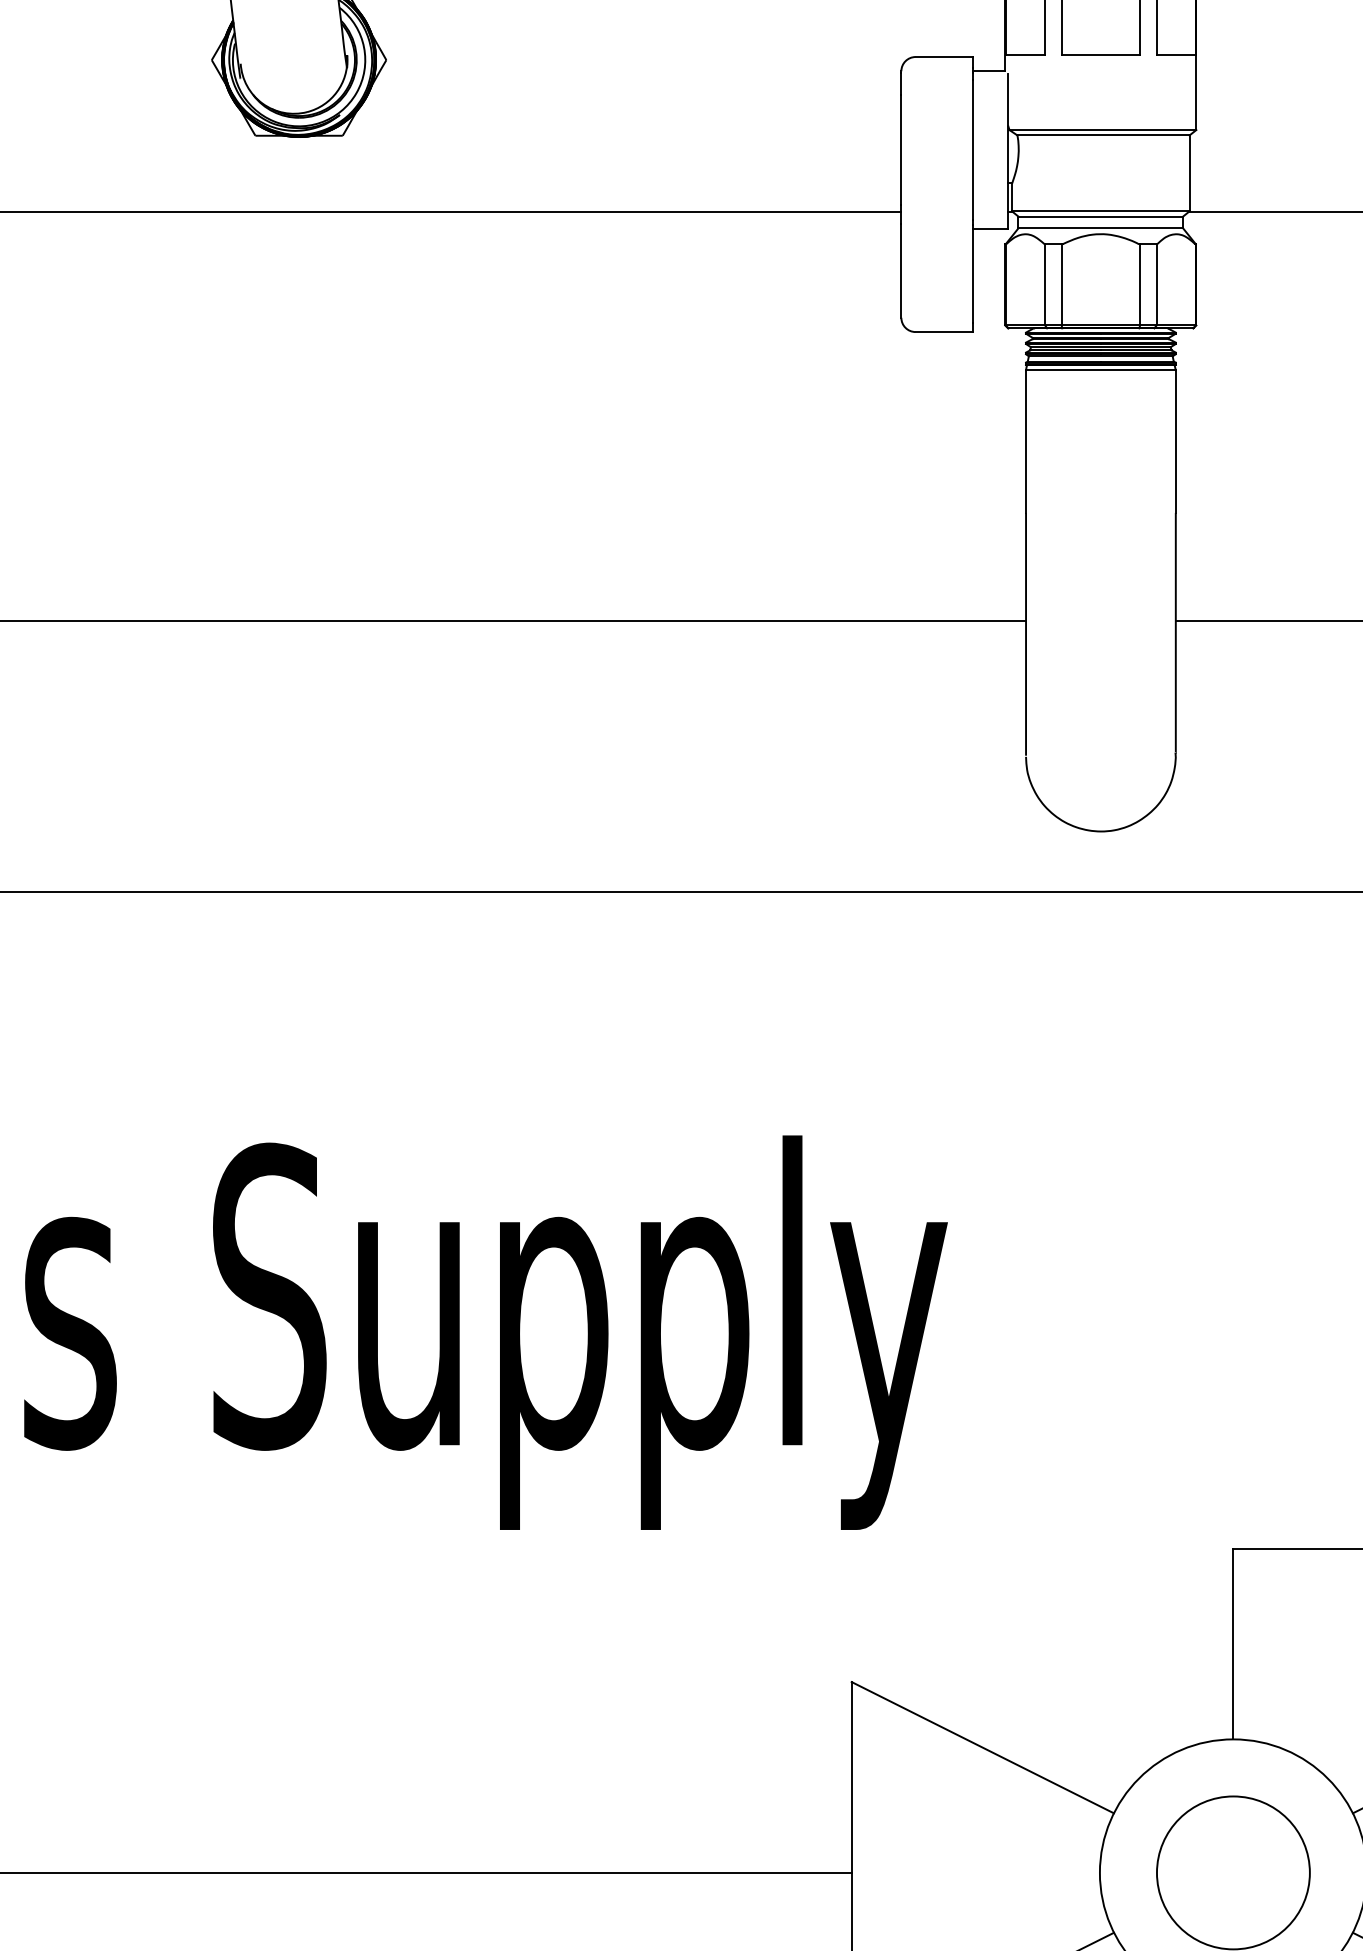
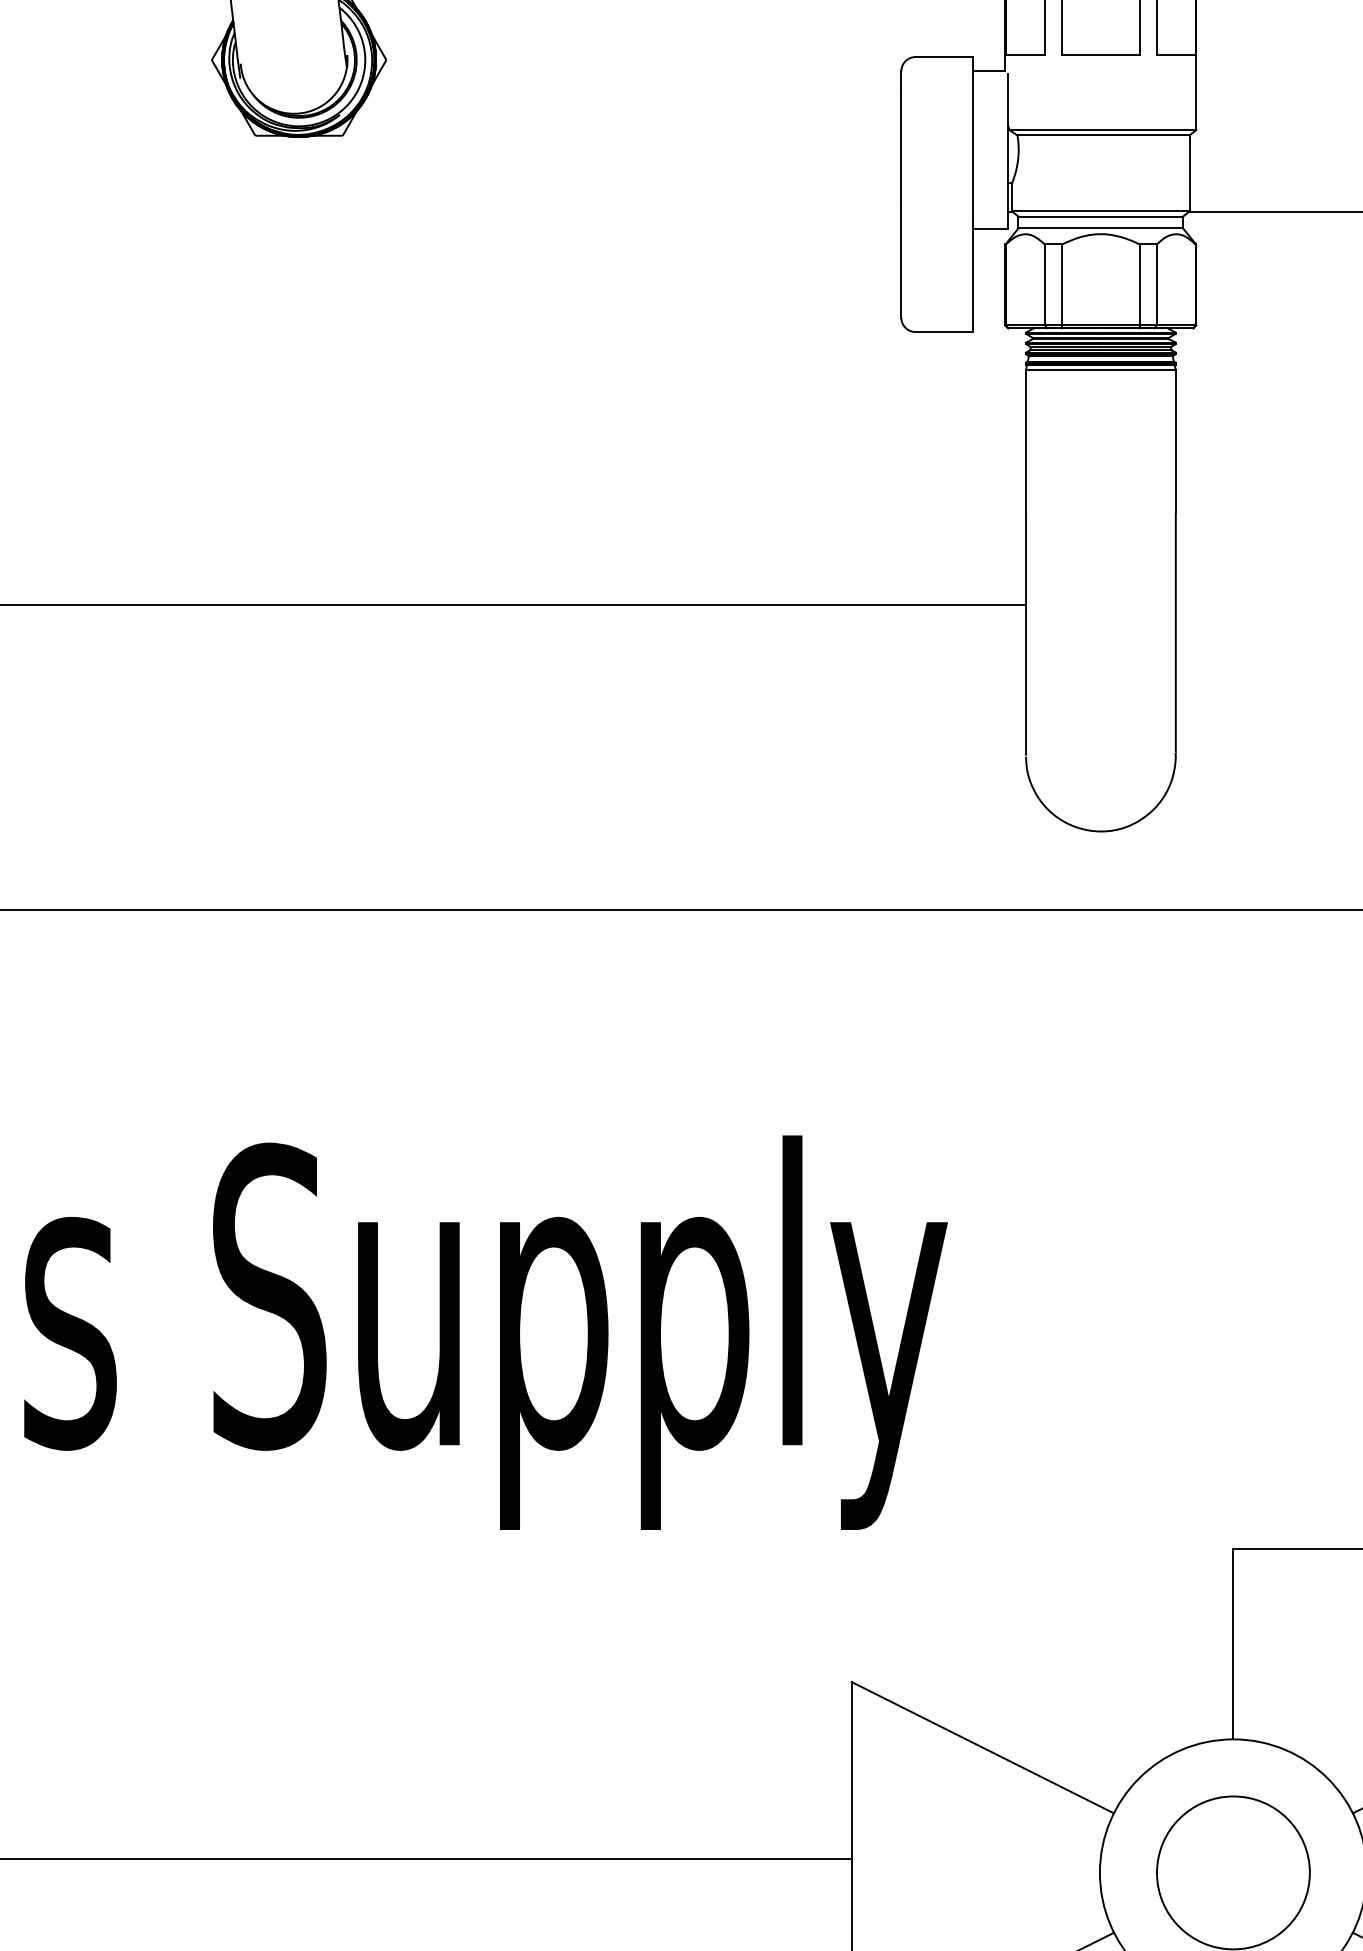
line at (451, 211): present -> none
line at (514, 620) position: (514, 620) -> (514, 604)
line at (1267, 620): present -> none
line at (680, 891) position: (680, 891) -> (680, 909)
line at (426, 1872) position: (426, 1872) -> (426, 1858)
